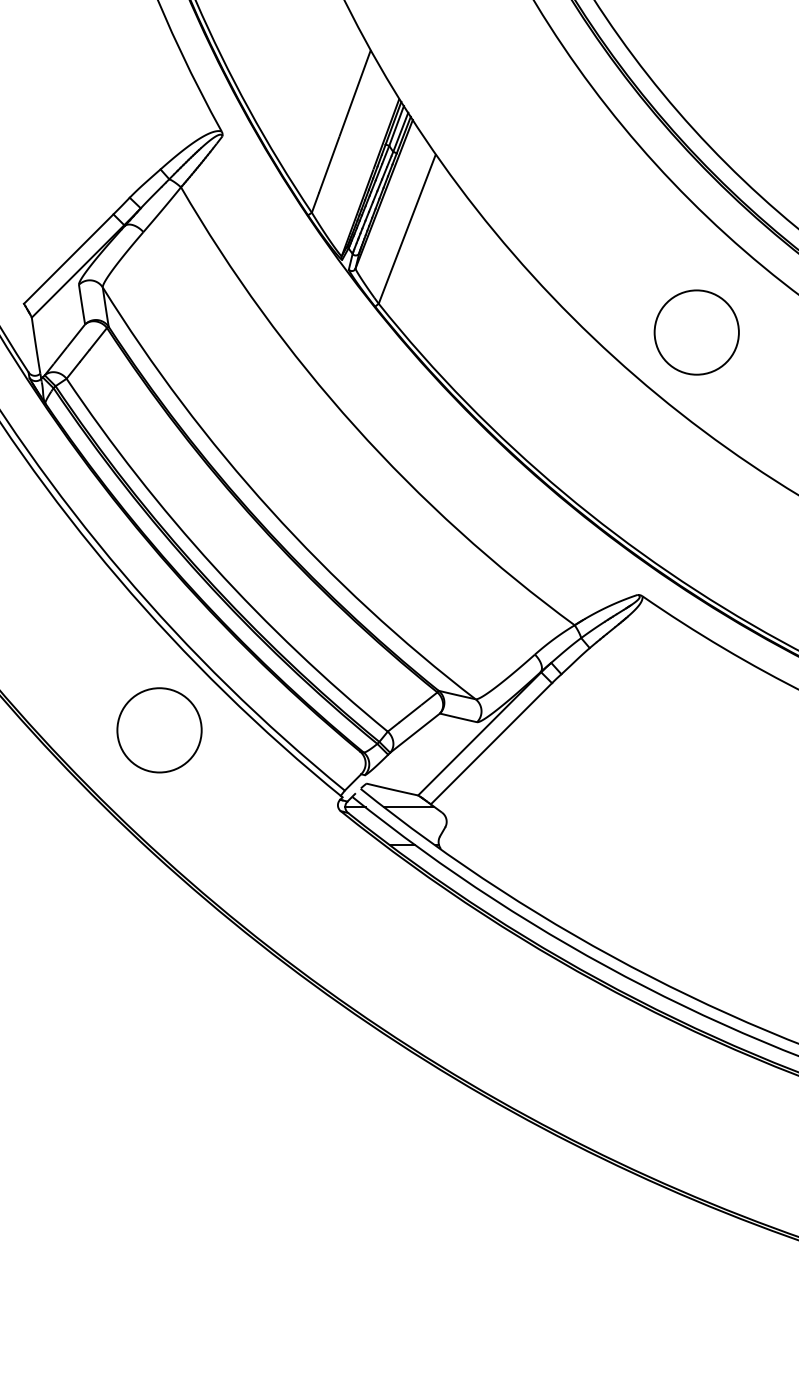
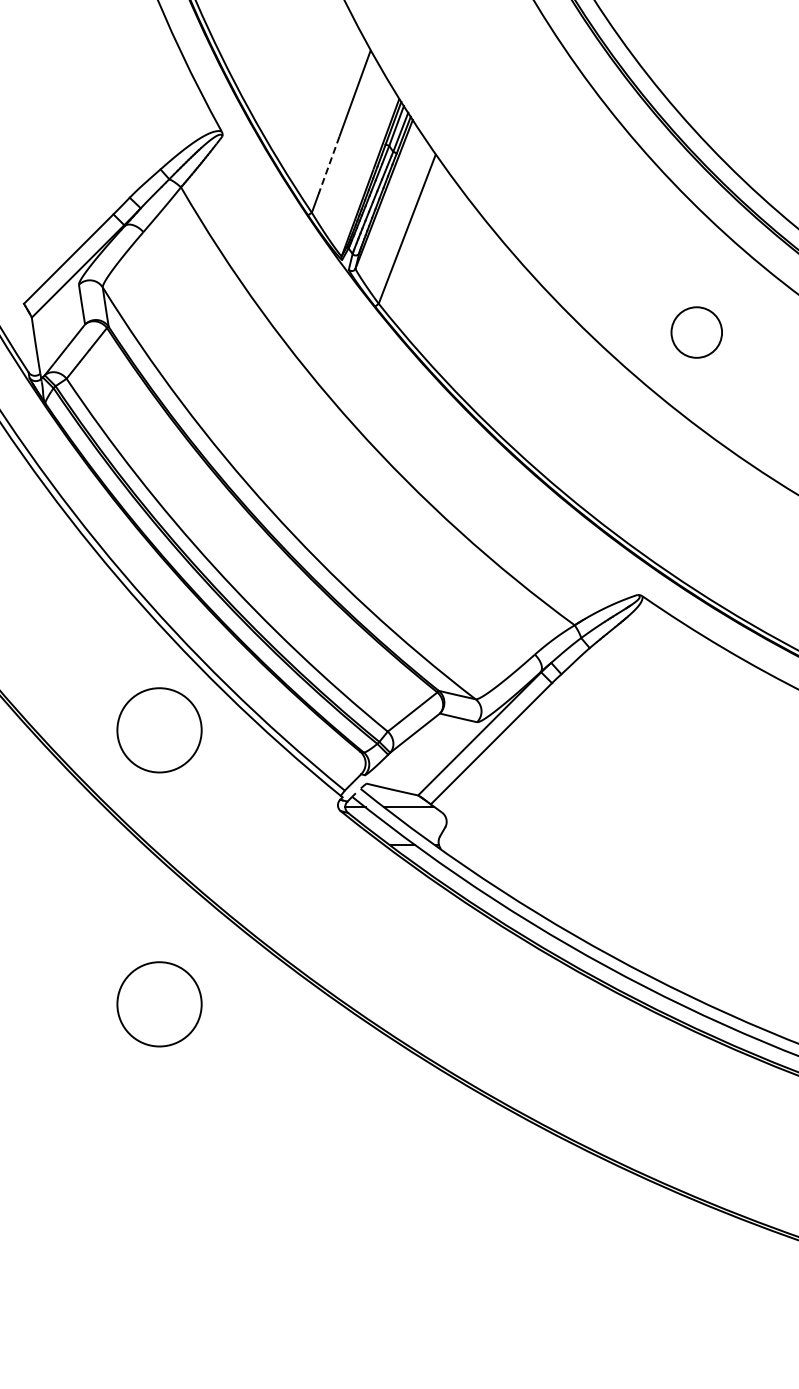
line at (329, 164): solid -> dashed
circle at (696, 332) diameter: 84 px -> 51 px
circle at (159, 1004): none -> present
